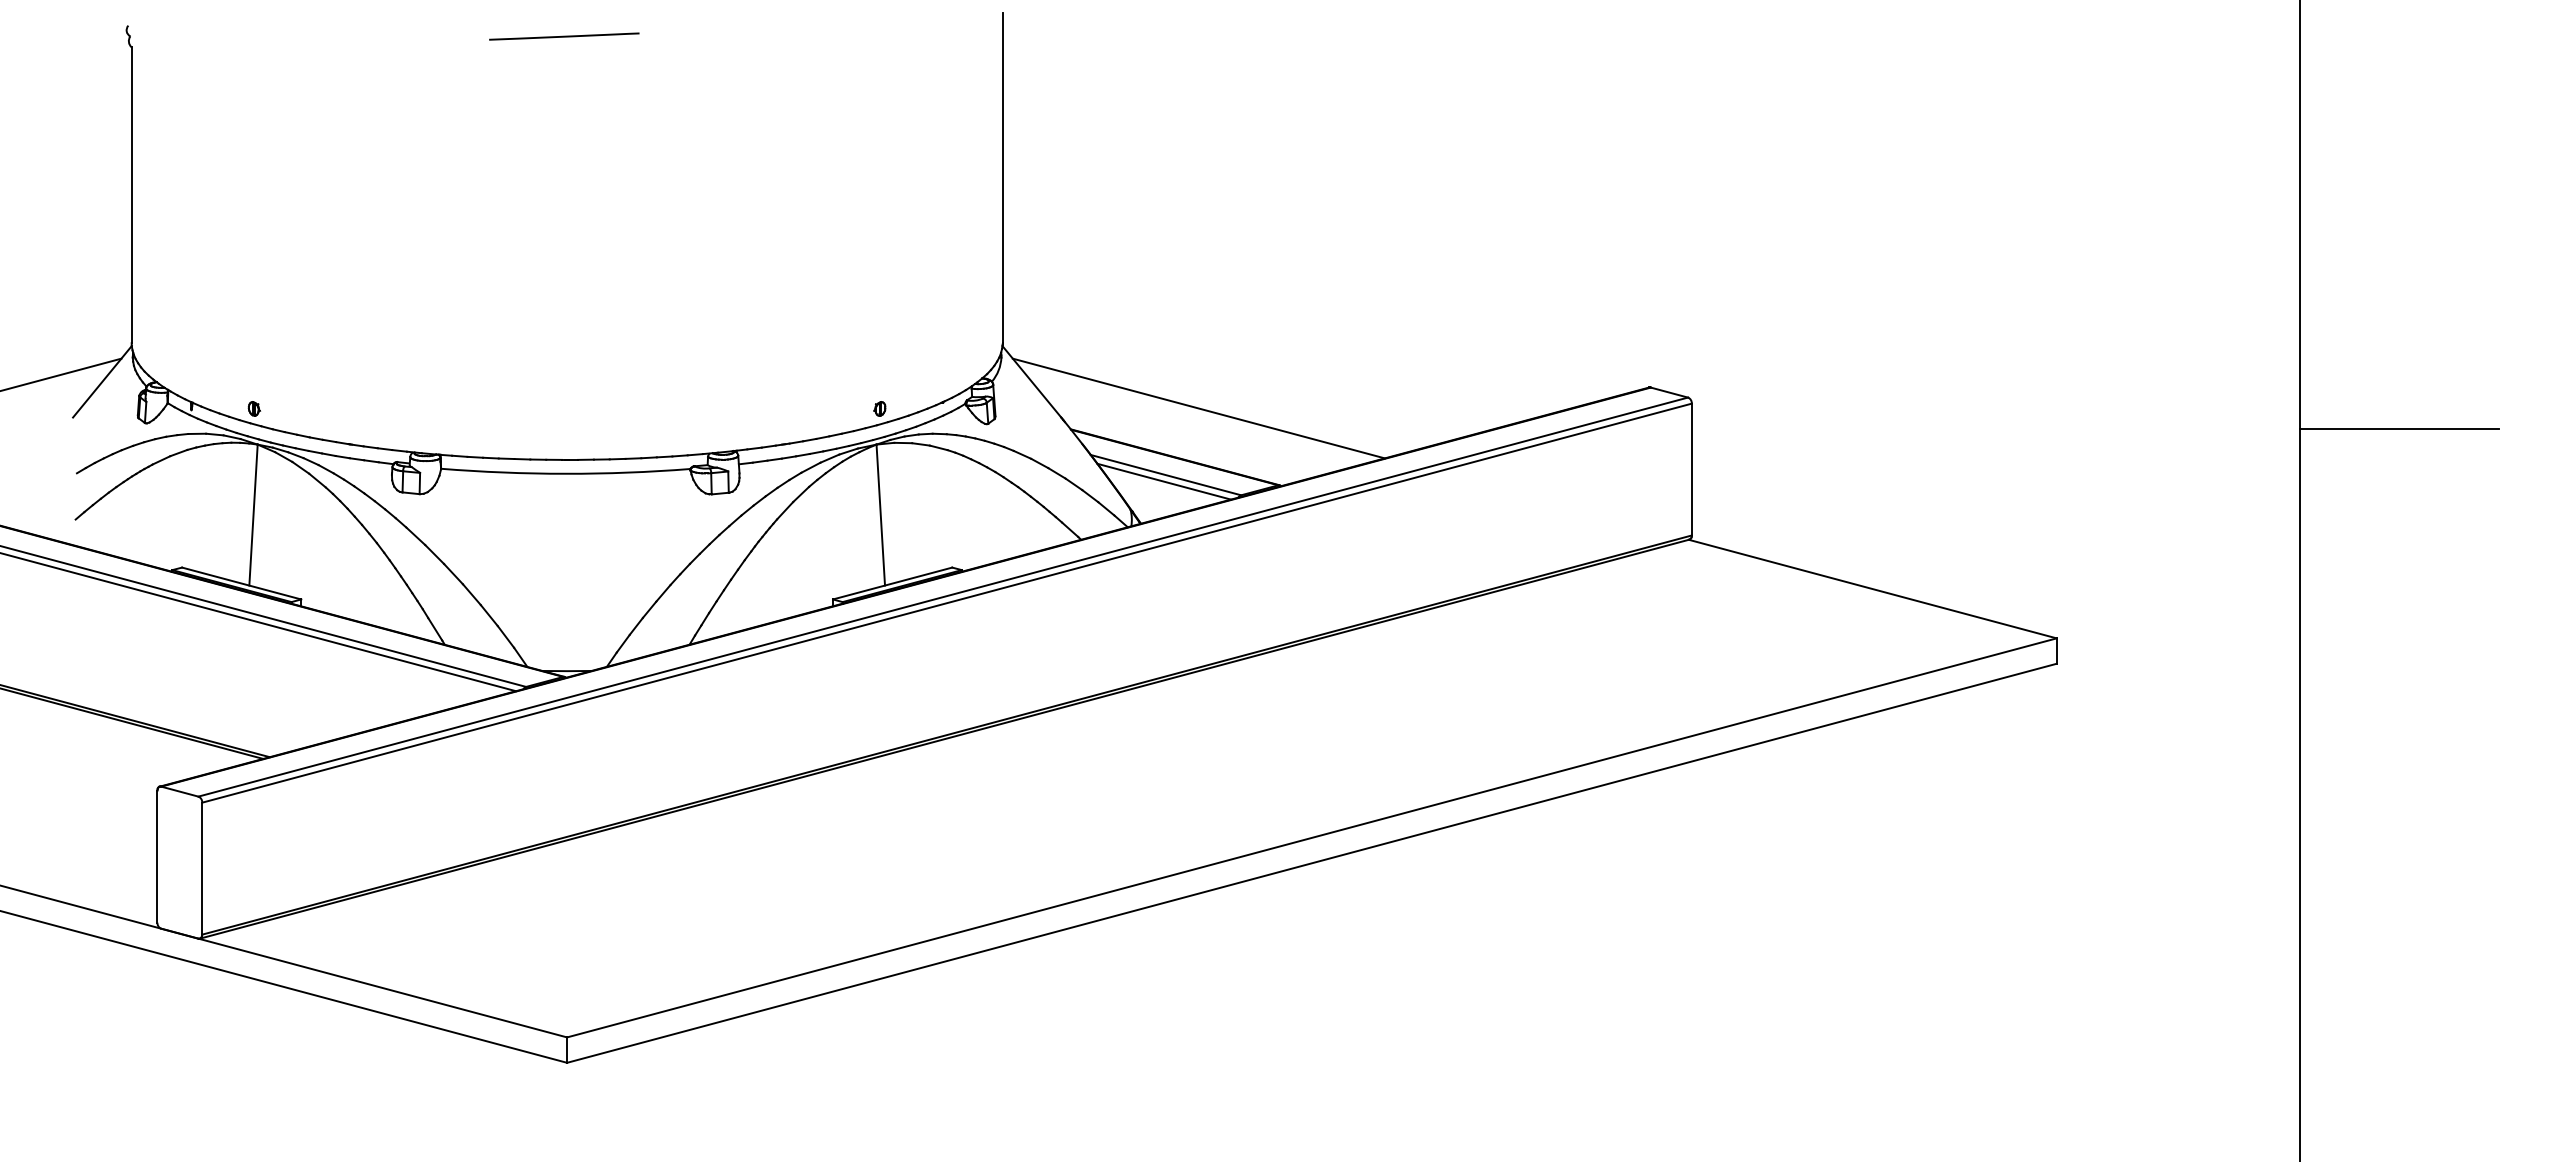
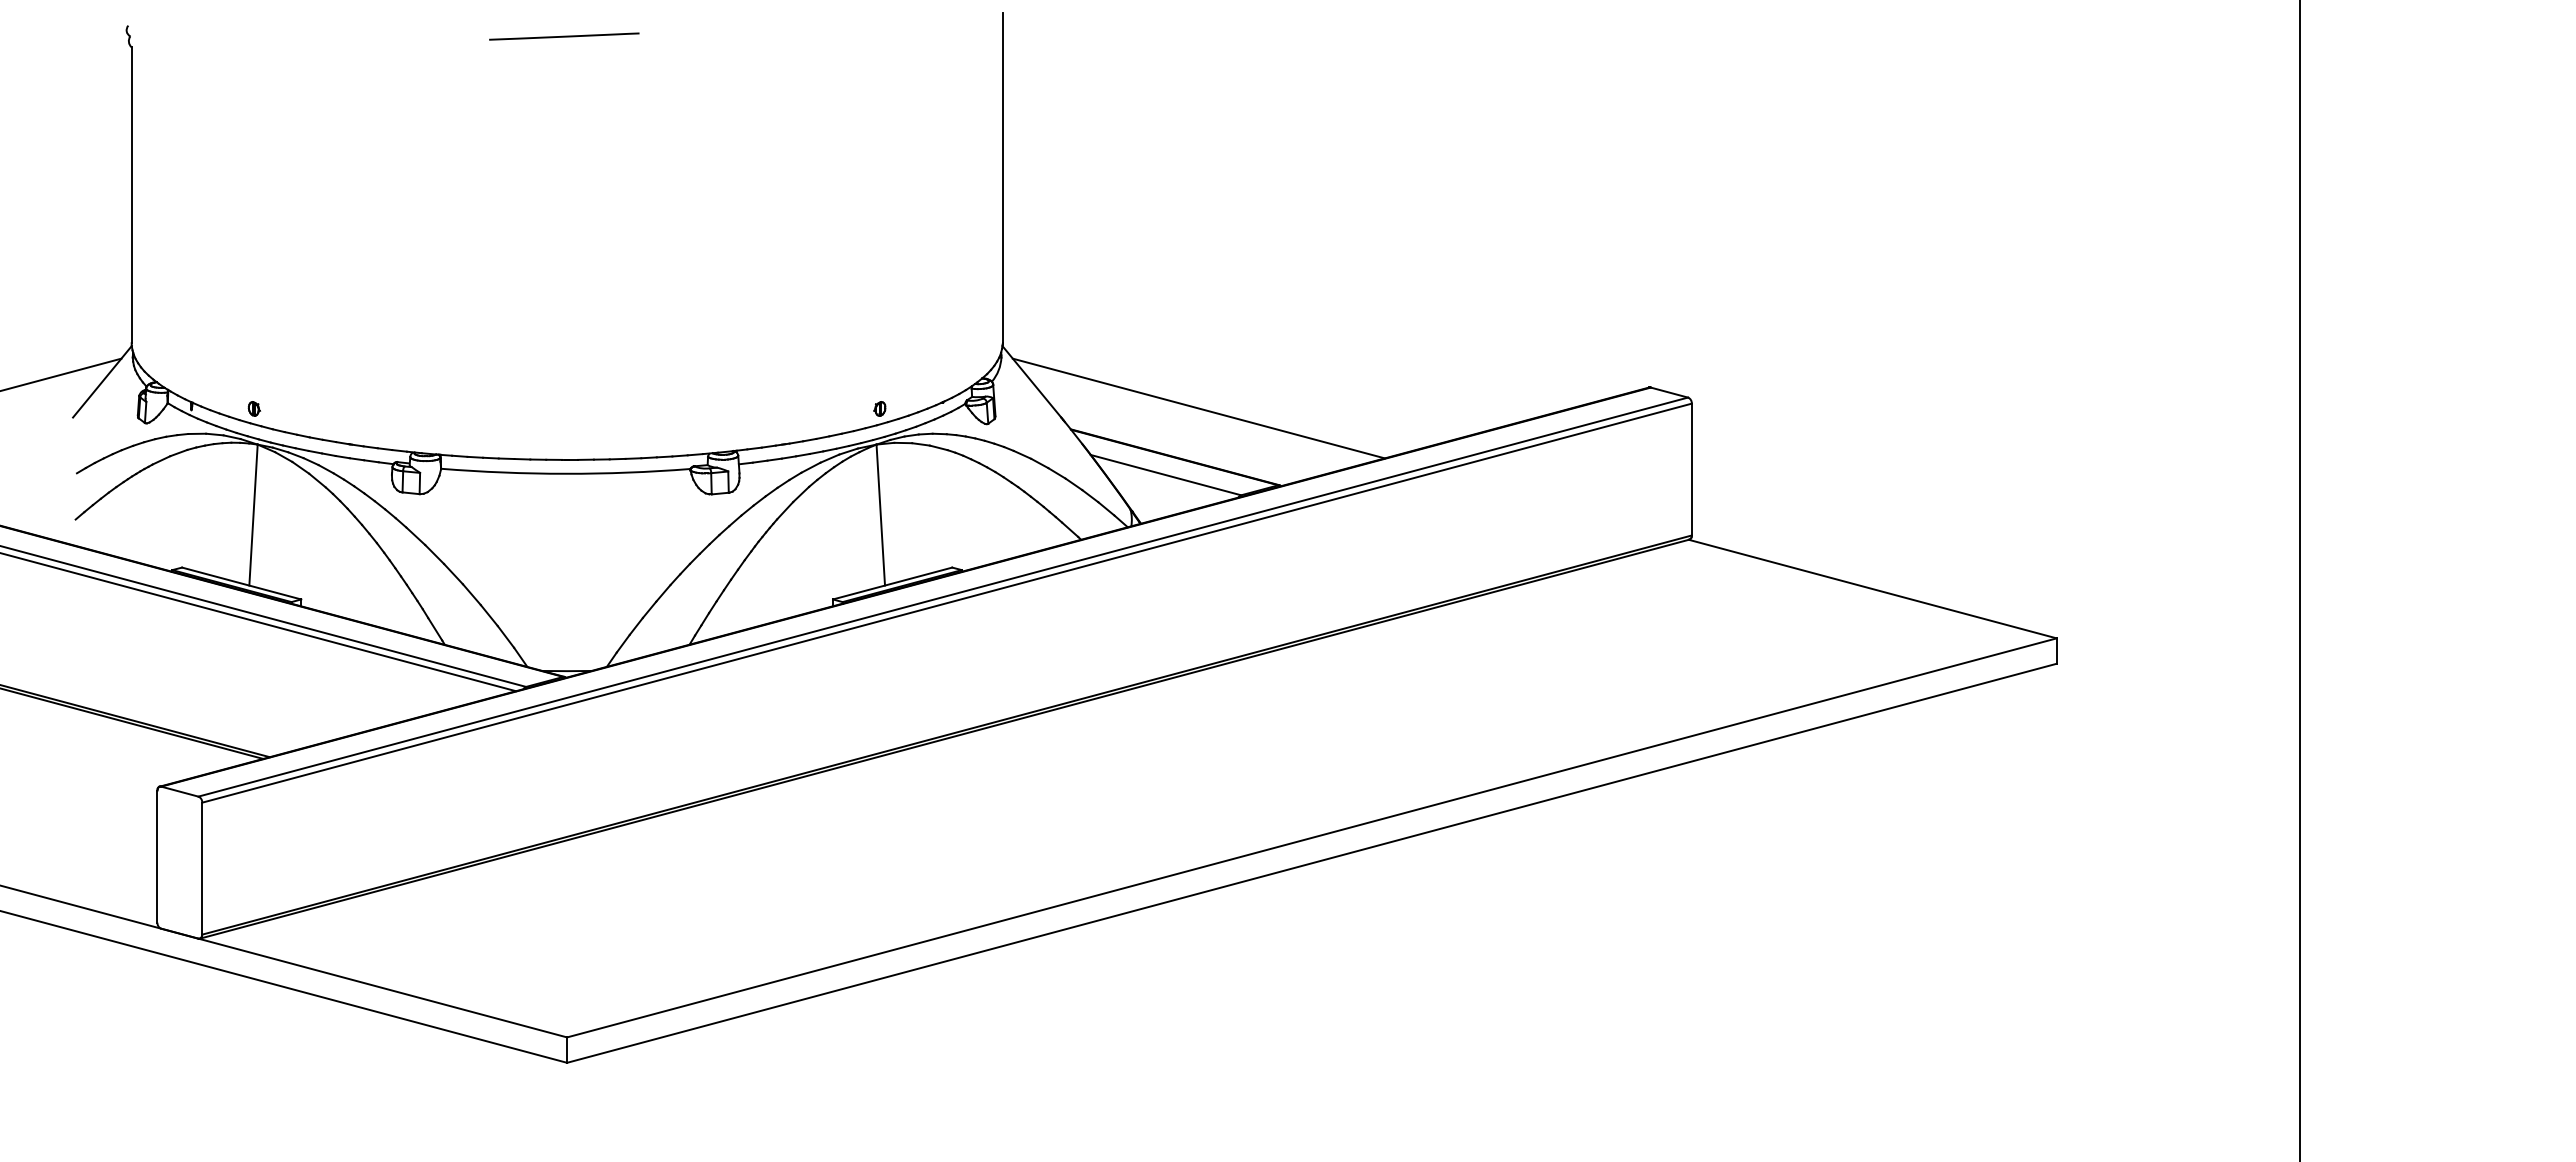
line at (2398, 428): present -> none
line at (1163, 481): present -> none
